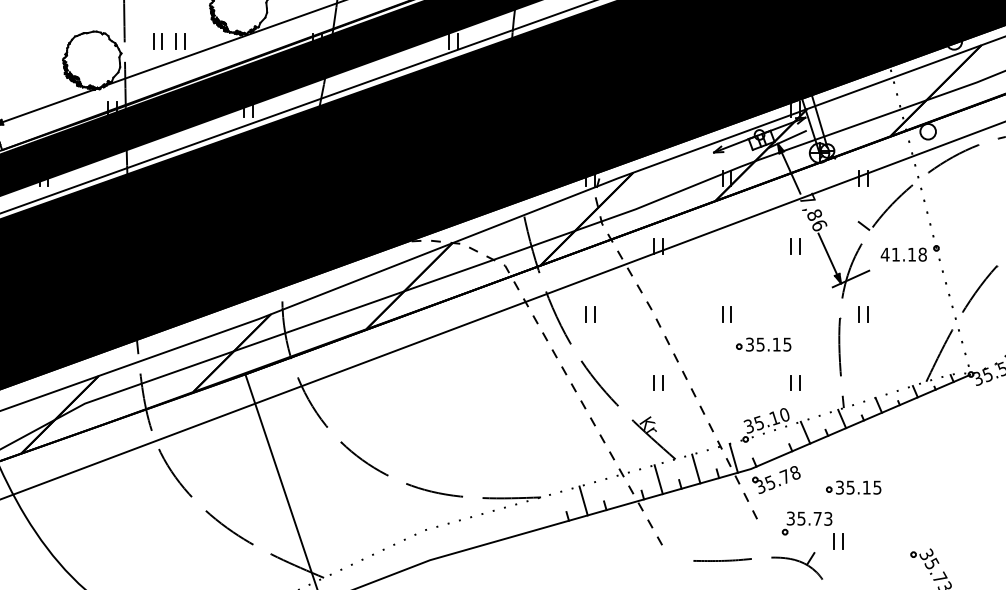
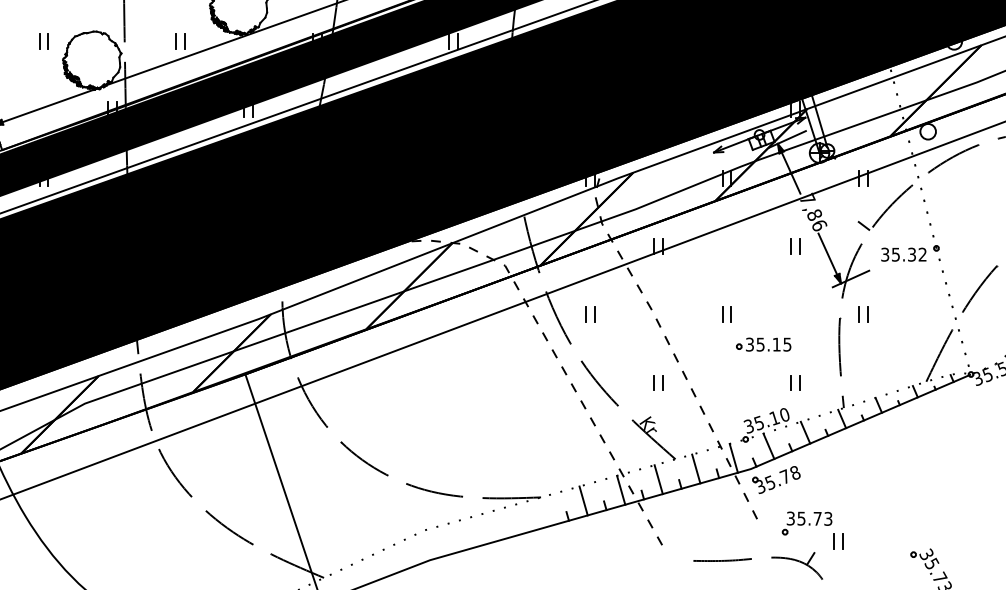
part at (157, 41) position: (157, 41) -> (43, 41)
text at (903, 254): 41.18 -> 35.32
line at (768, 446): none -> present
part at (853, 487): present -> none
line at (621, 489): none -> present
